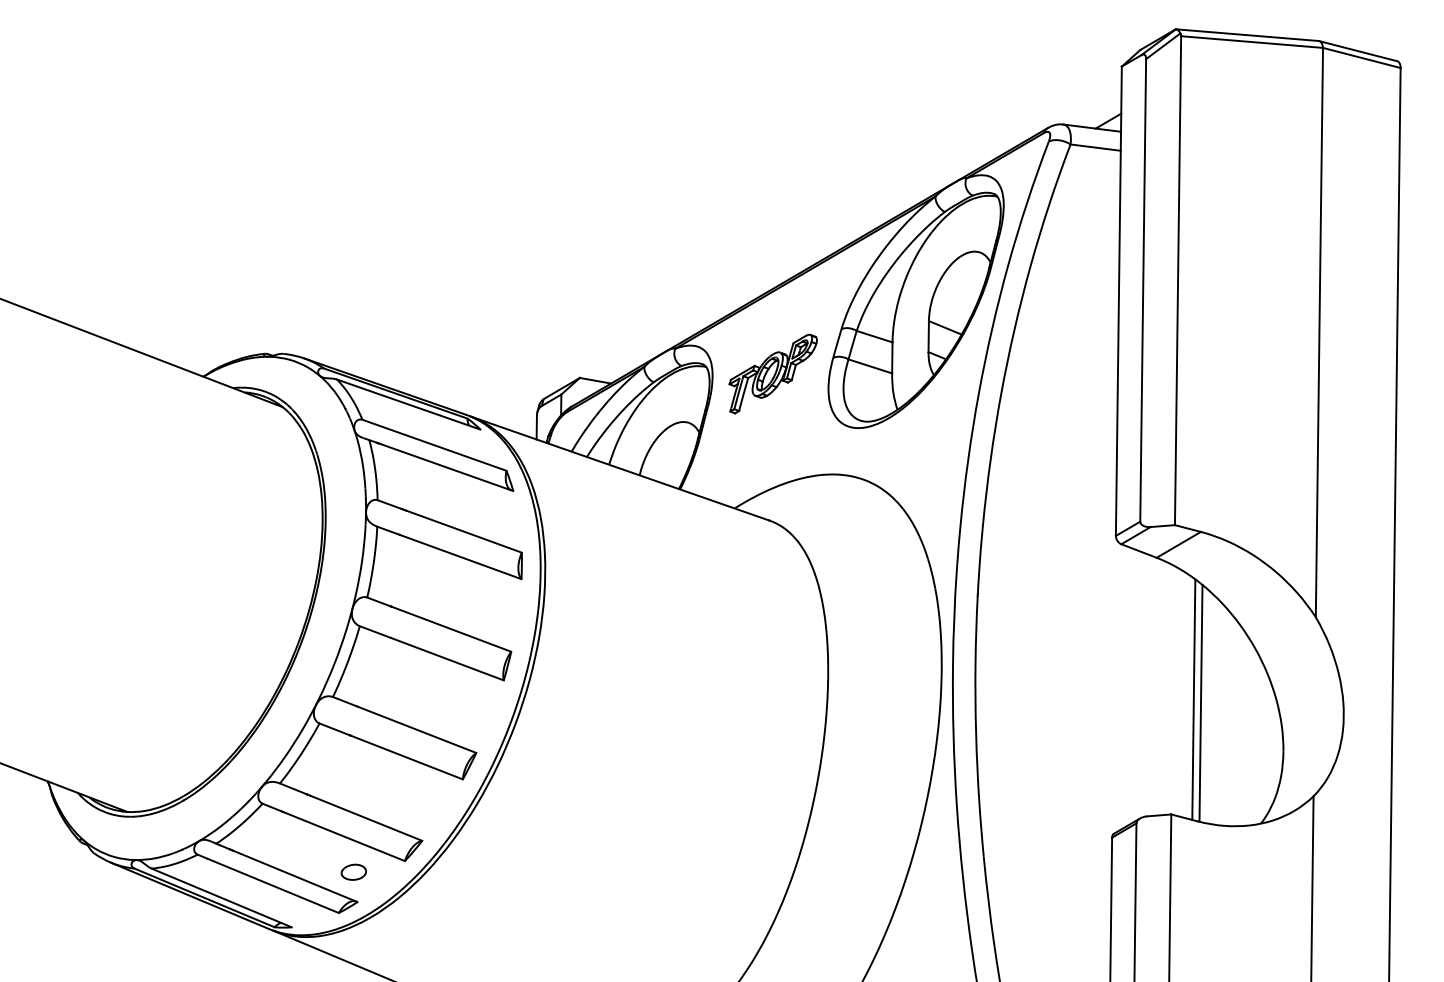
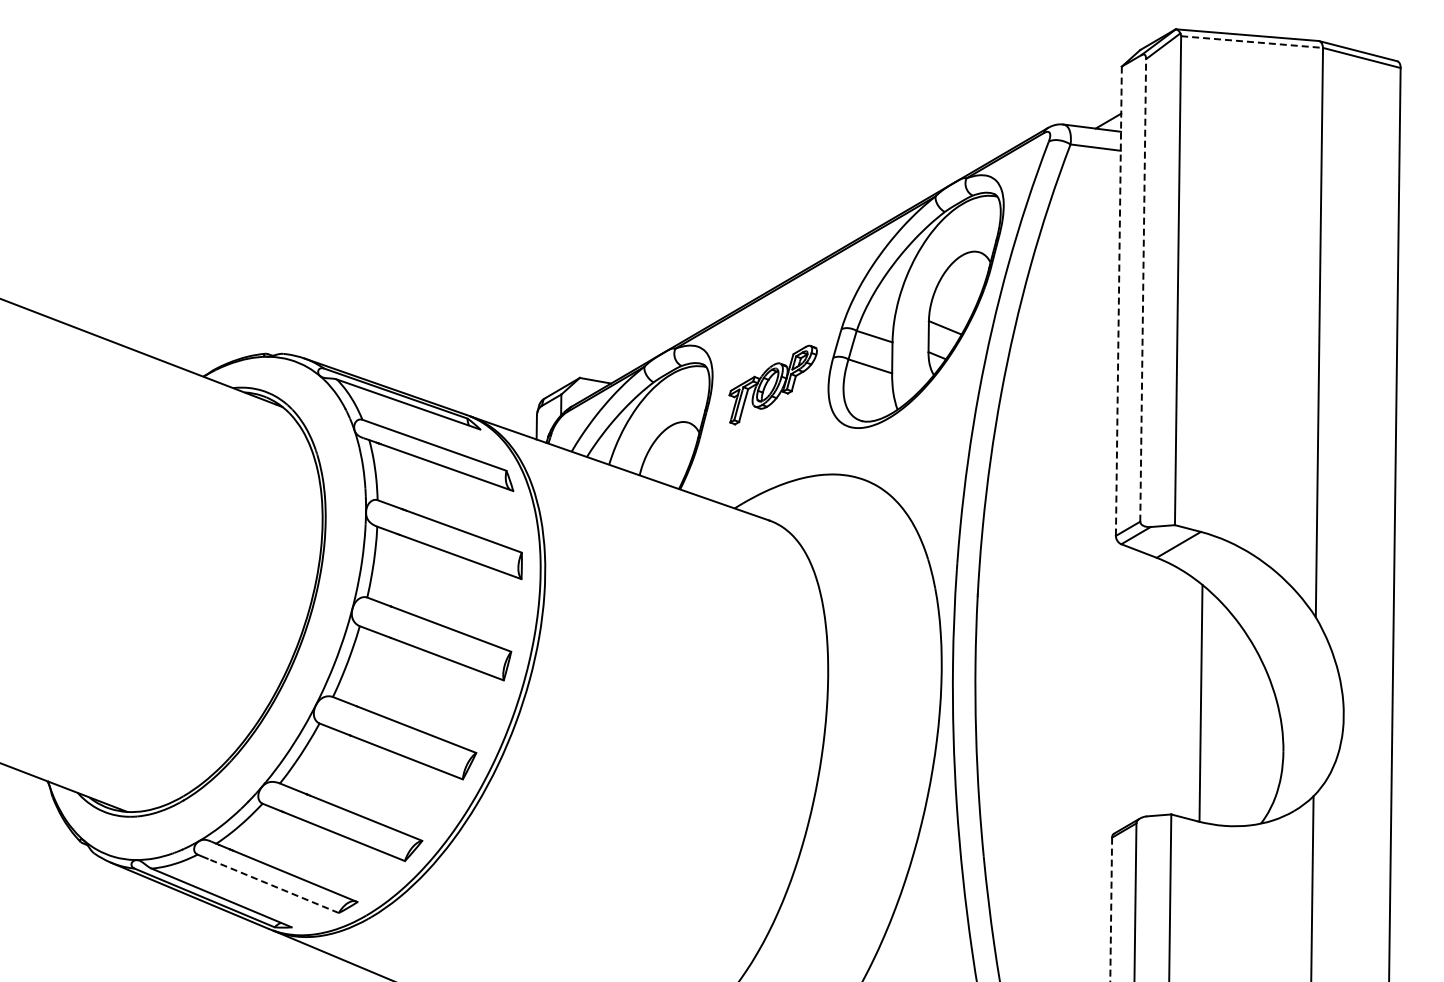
line at (1252, 42): solid -> dashed
line at (1143, 289): solid -> dashed
line at (1118, 301): solid -> dashed
part at (772, 373) position: (772, 373) -> (772, 384)
line at (1193, 699): present -> none
part at (353, 871): present -> none
line at (273, 885): solid -> dashed
line at (1111, 909): solid -> dashed
